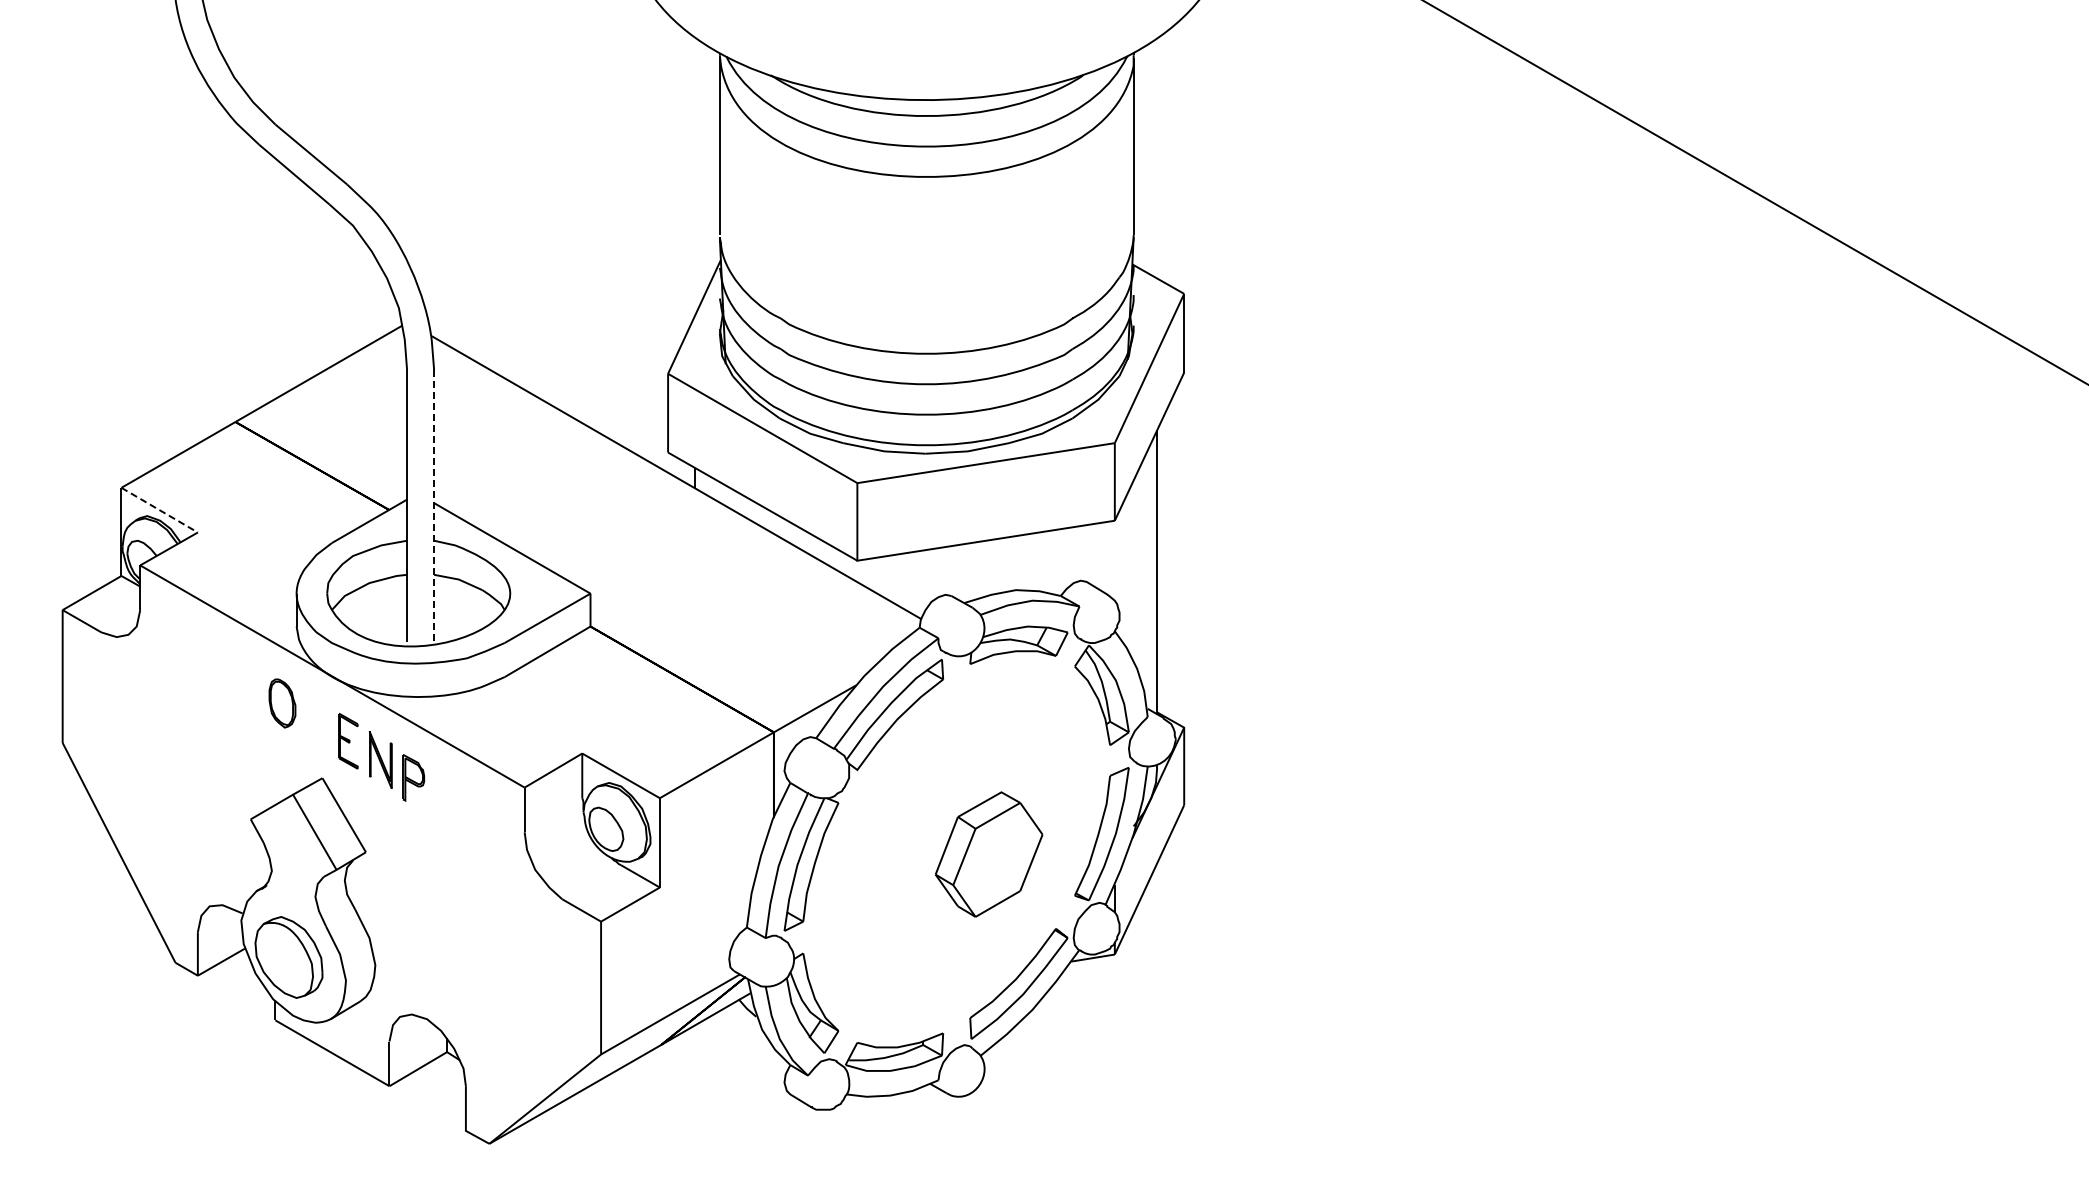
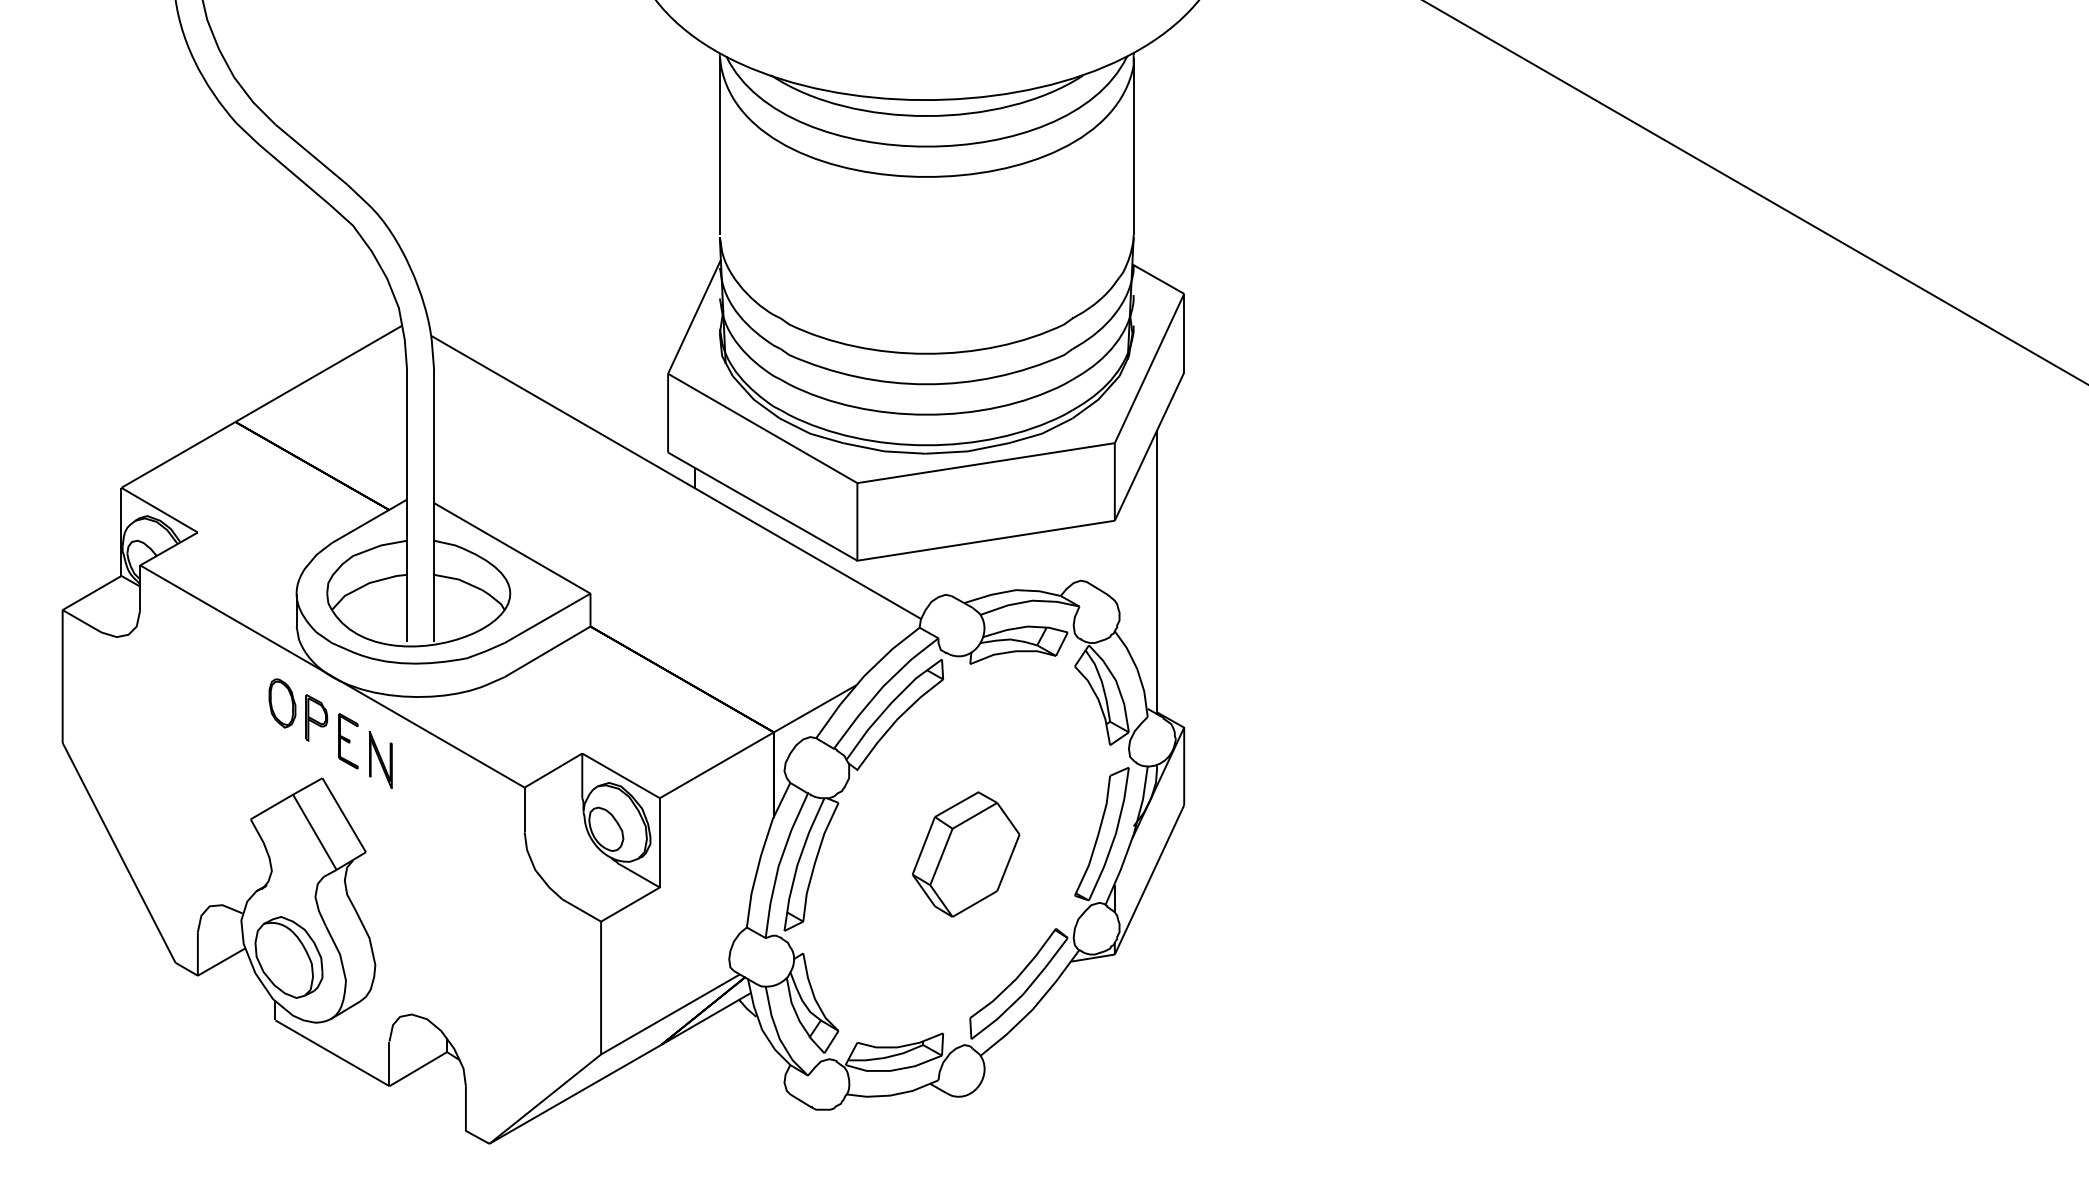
line at (434, 506): dashed -> solid
line at (160, 510): dashed -> solid
part at (413, 777) position: (413, 777) -> (316, 717)
part at (989, 854) position: (989, 854) -> (966, 854)
